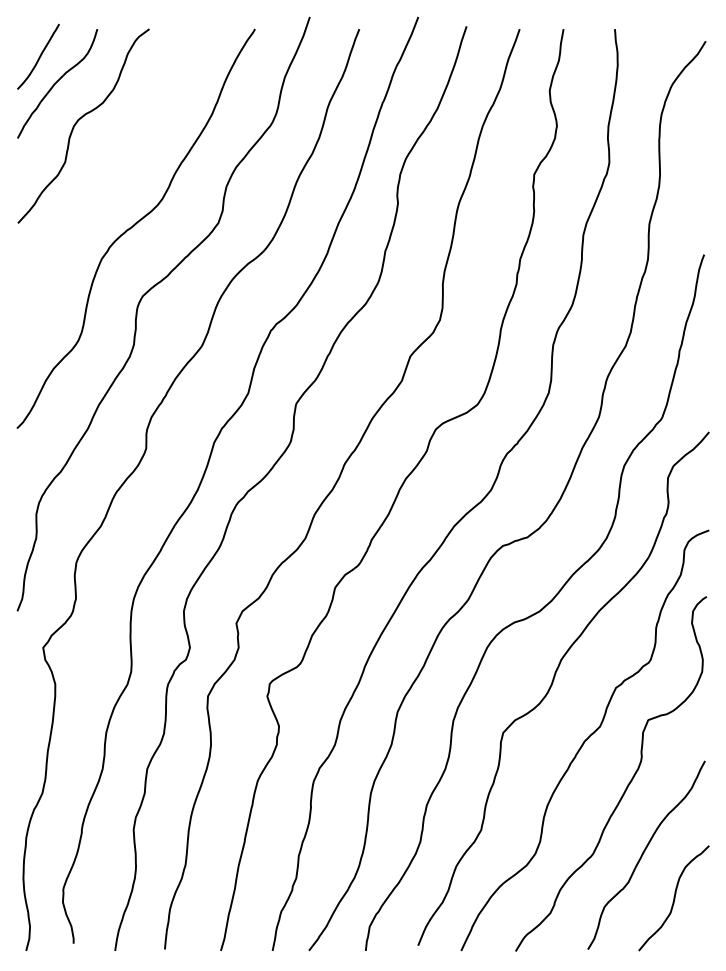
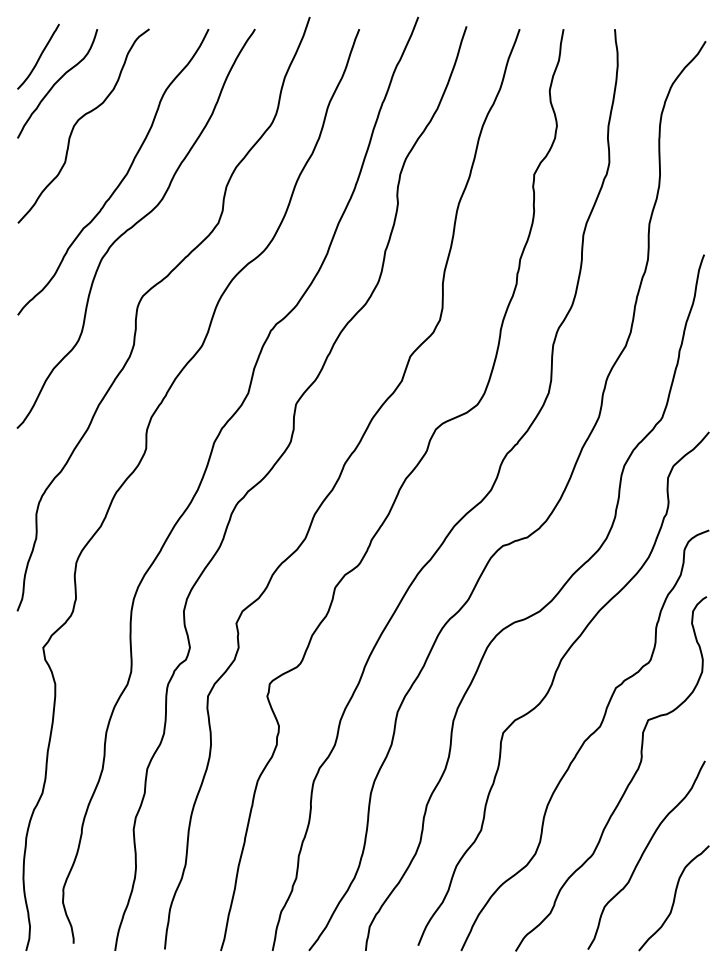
curve at (121, 179): none -> present
